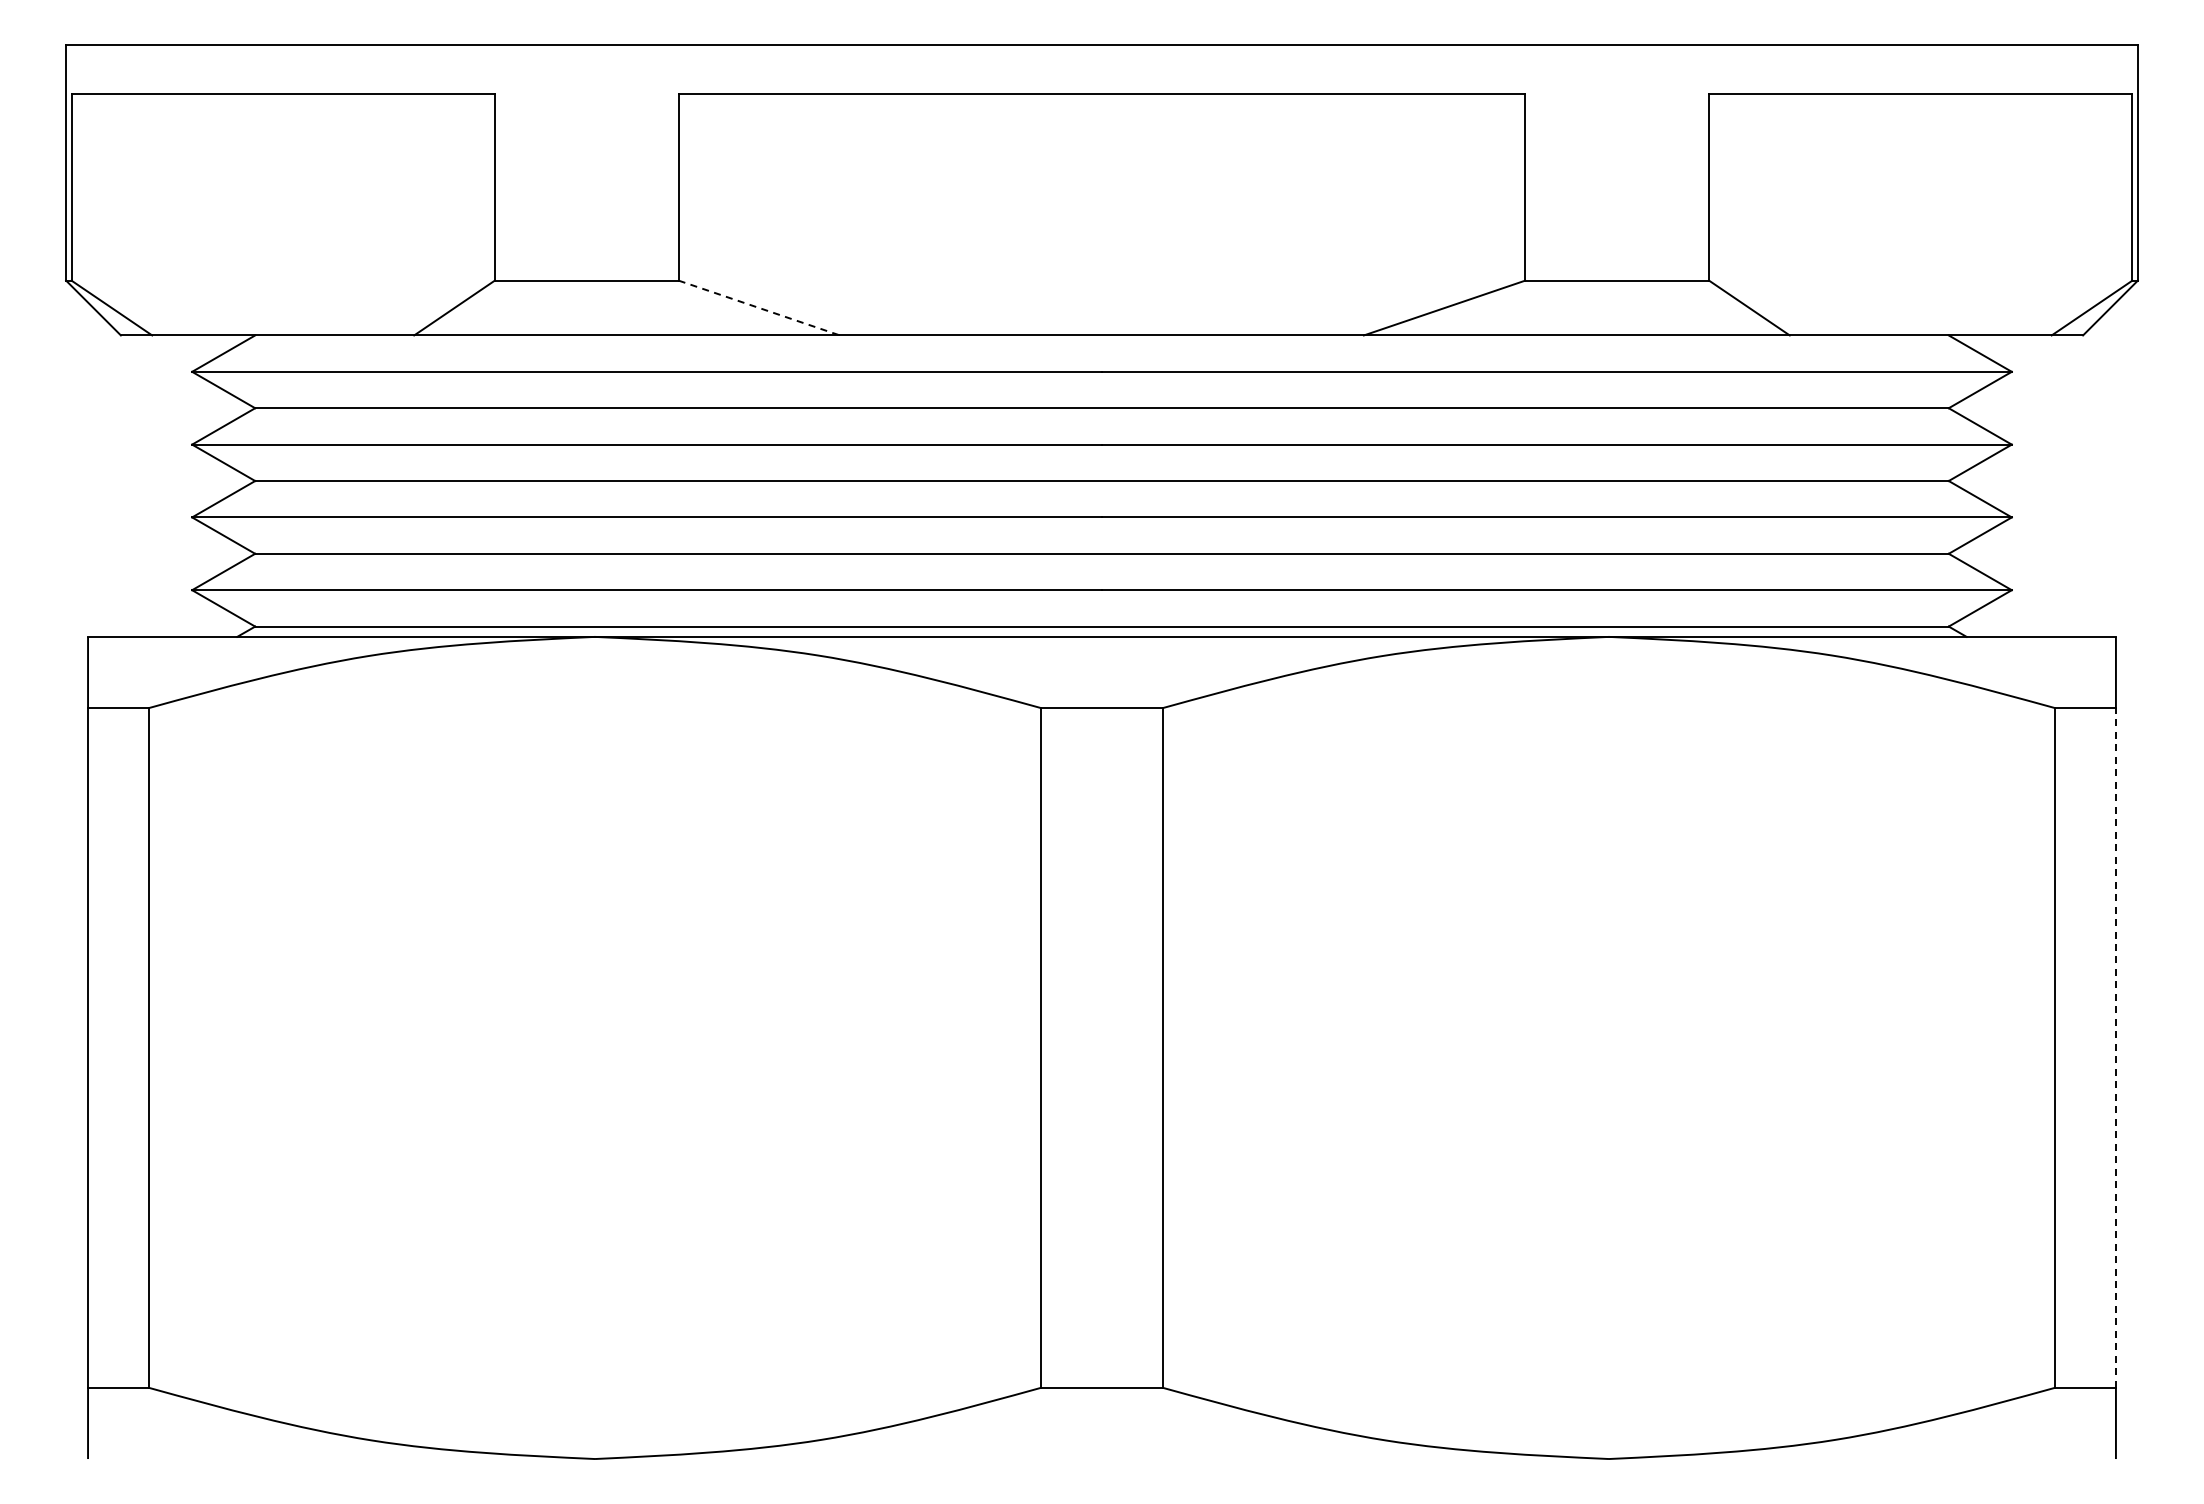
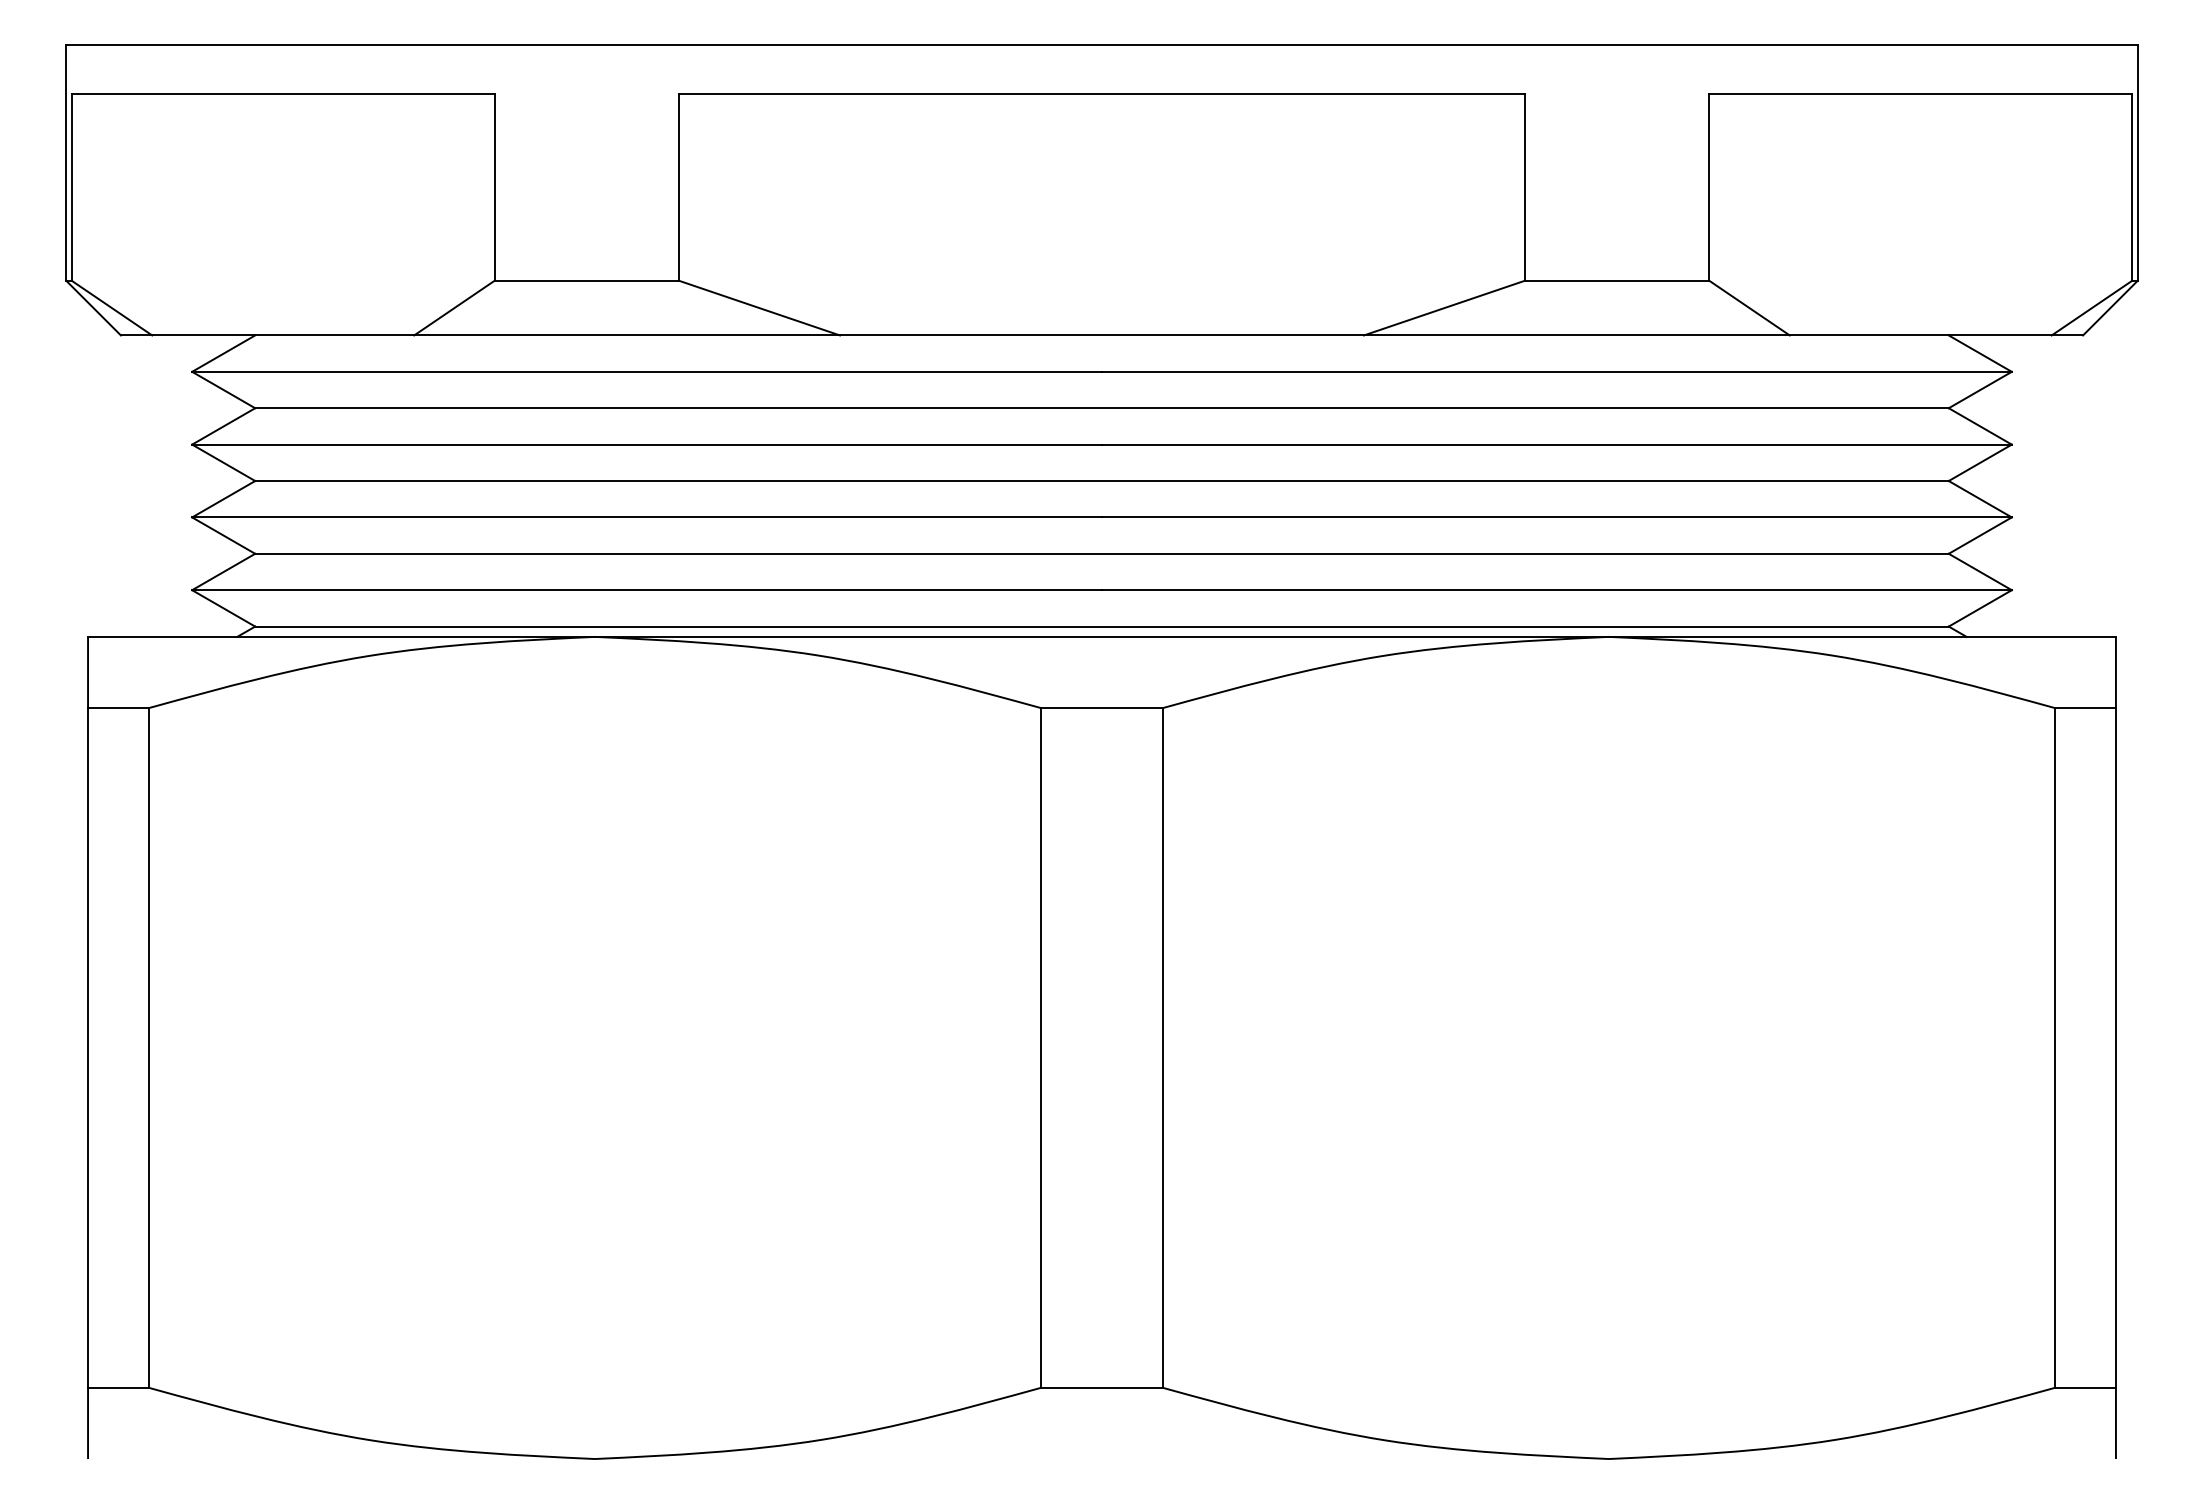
line at (759, 308): dashed -> solid
line at (2115, 1047): dashed -> solid
